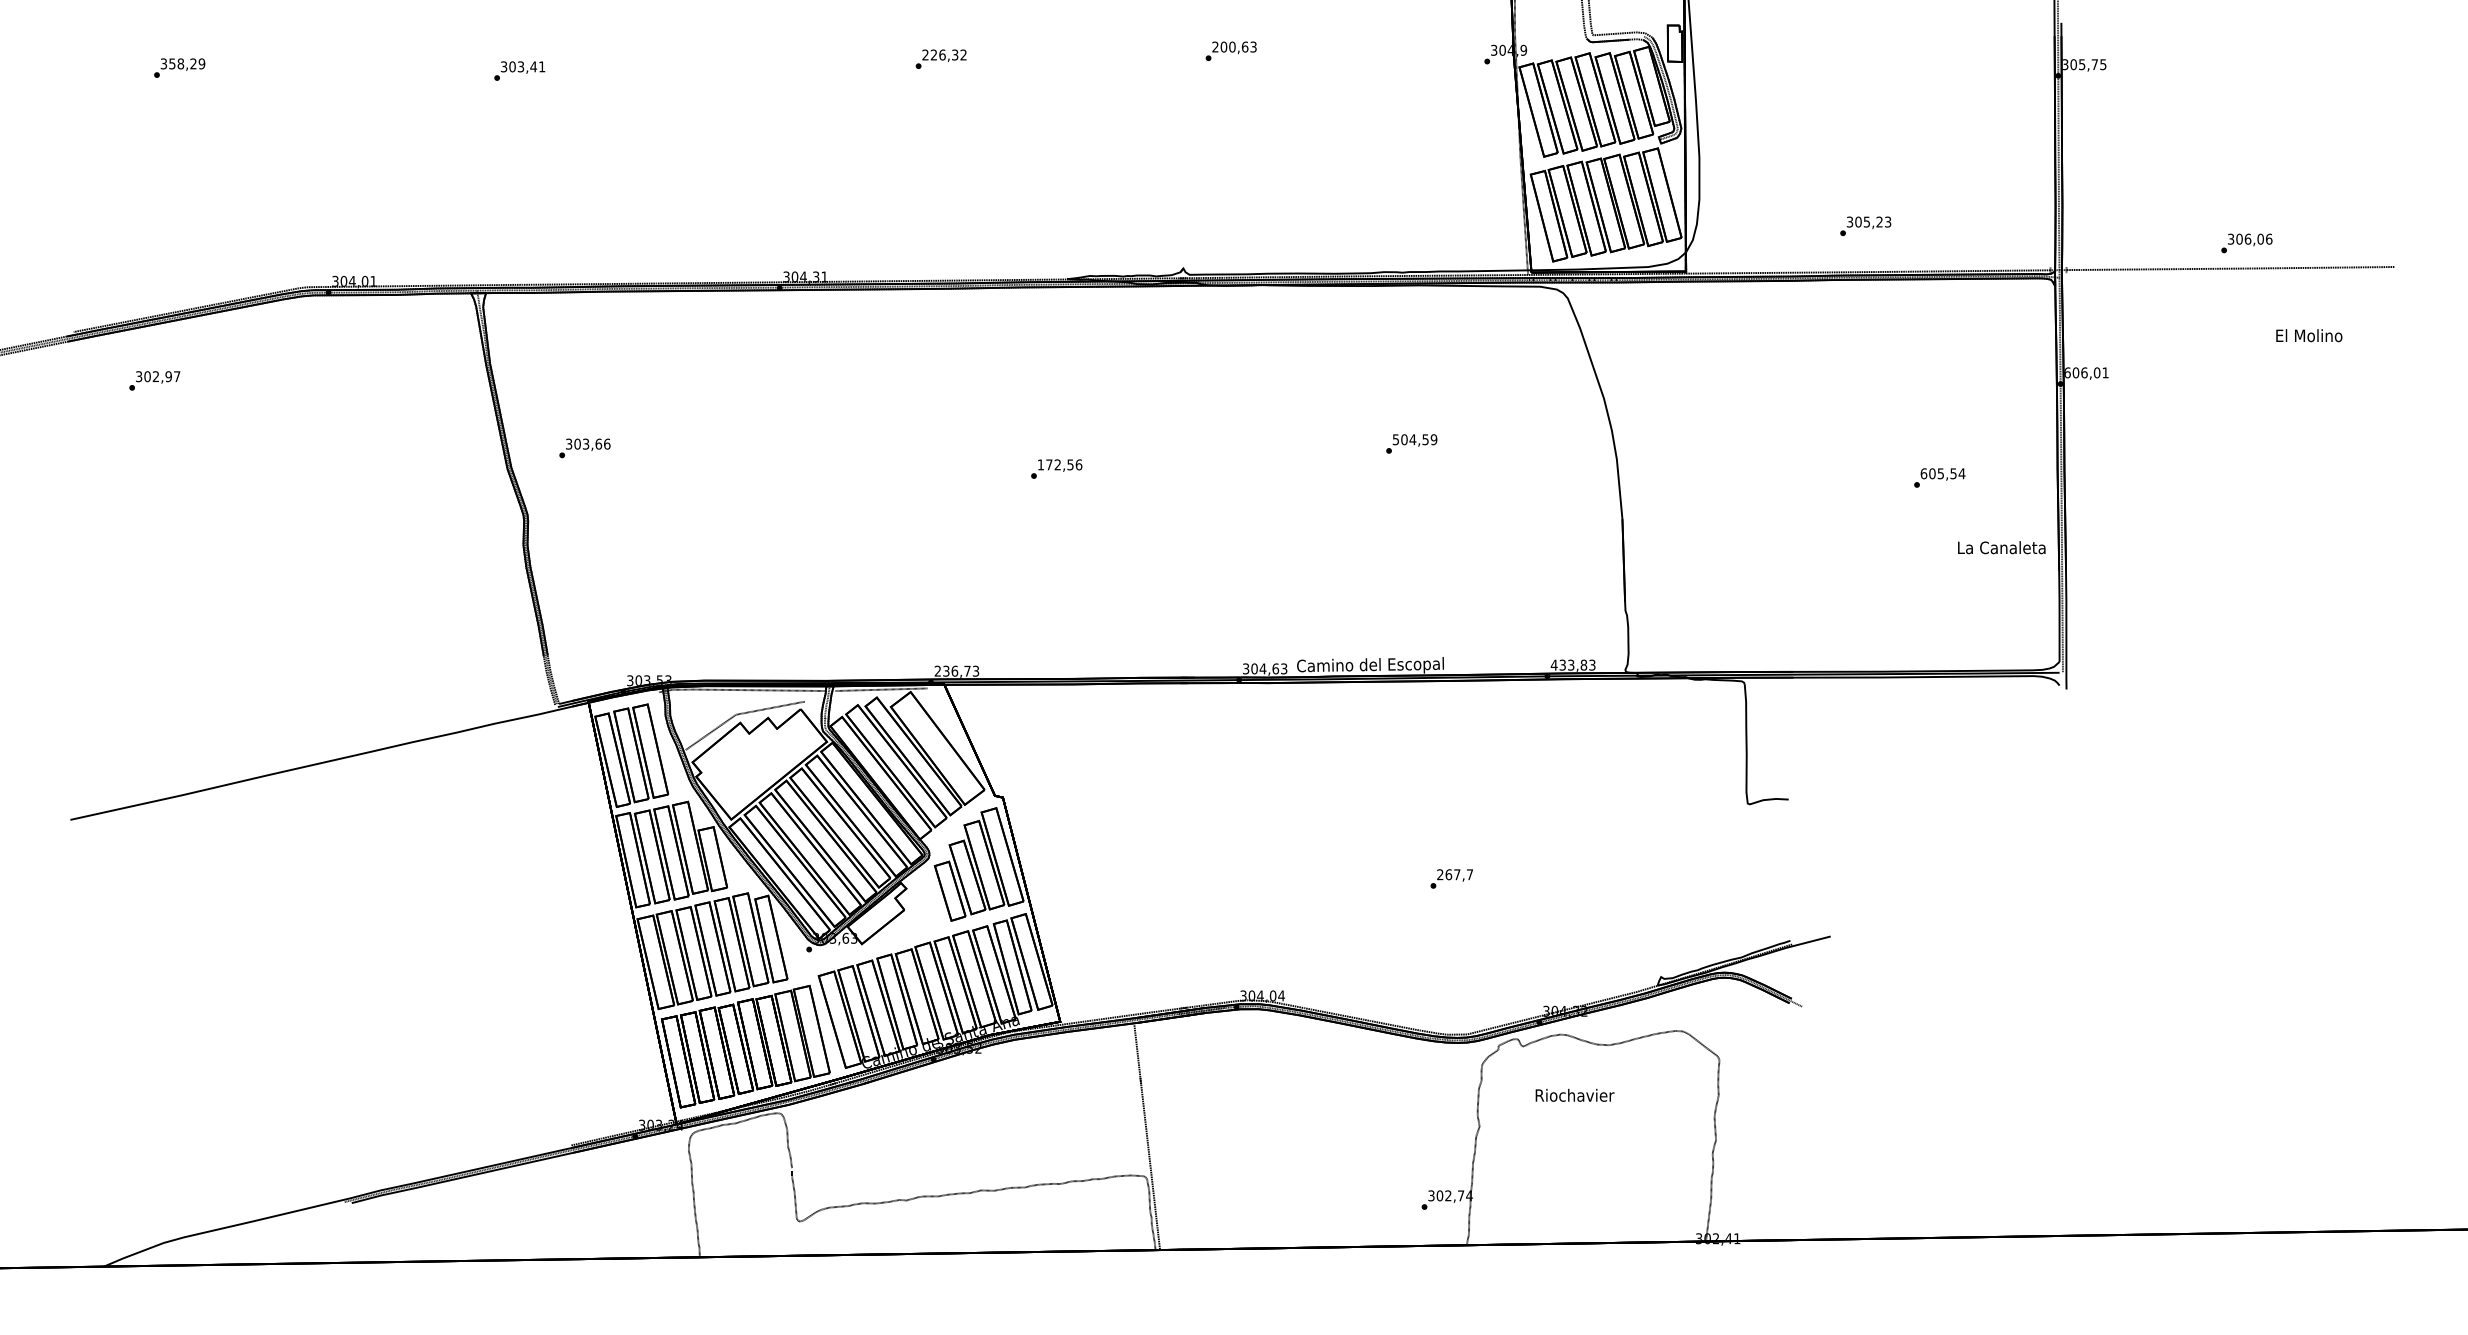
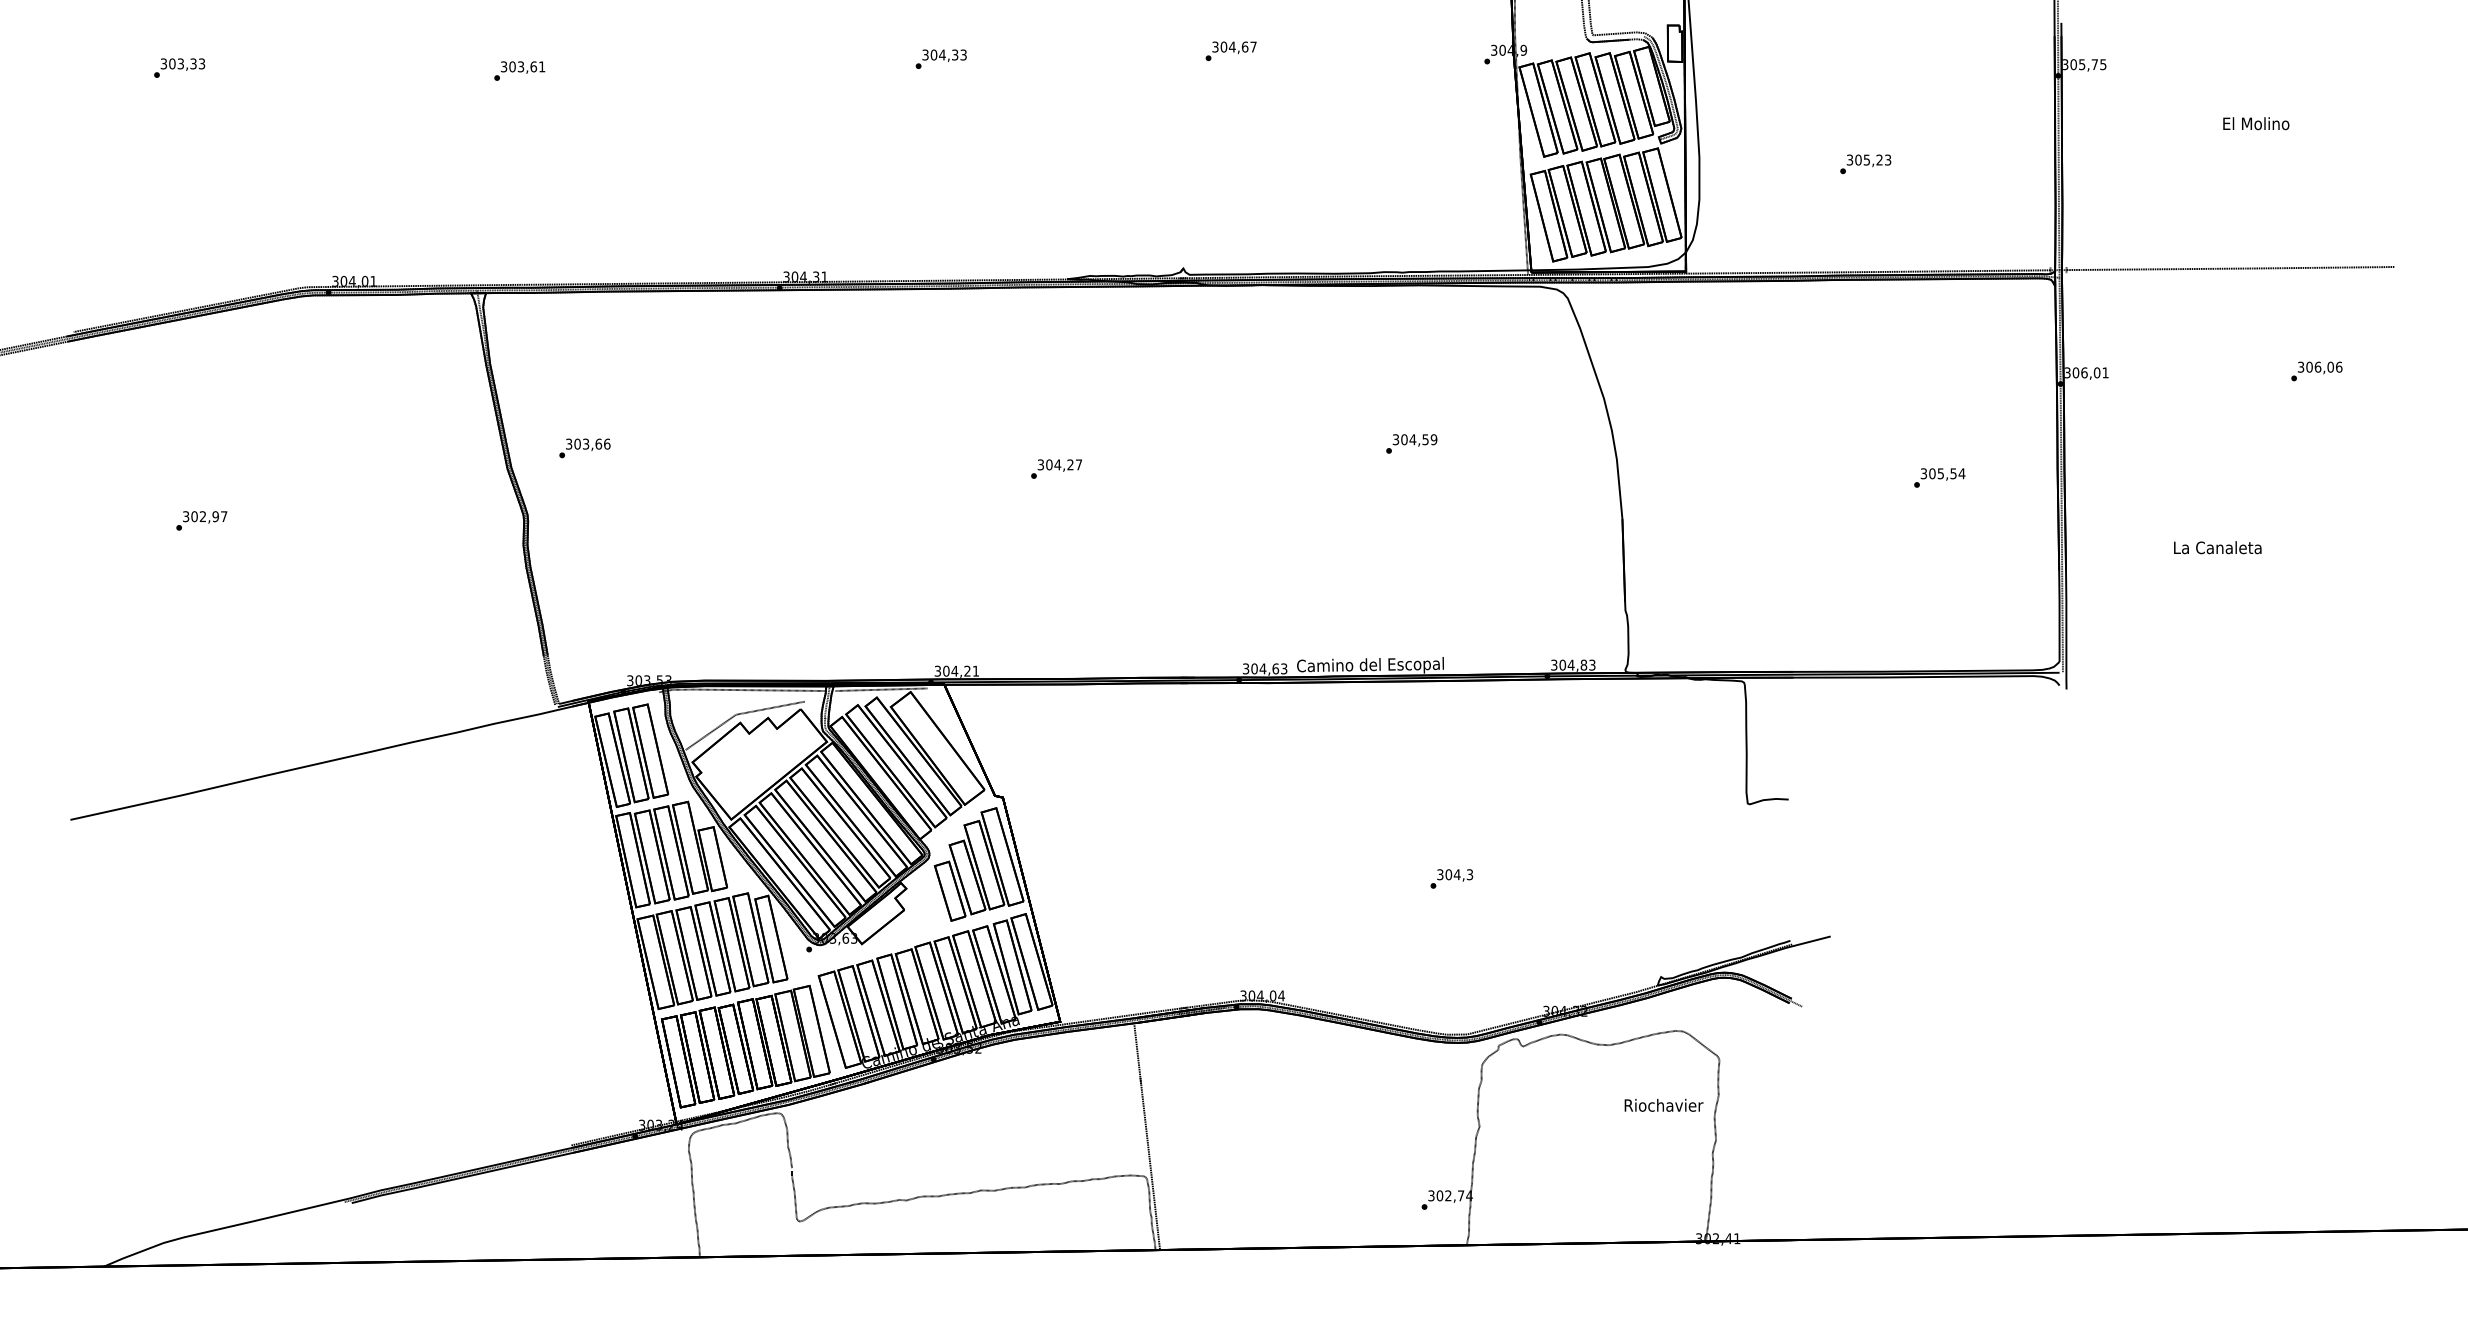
text at (1234, 46): 200,63 -> 304,67
text at (944, 54): 226,32 -> 304,33
text at (187, 63): 358,29 -> 303,33
text at (533, 66): 303,41 -> 303,61
text at (1865, 226) position: (1865, 226) -> (1865, 164)
text at (2246, 243) position: (2246, 243) -> (2316, 371)
text at (2309, 335) position: (2309, 335) -> (2256, 123)
text at (2067, 372): 606,01 -> 306,01
text at (154, 380) position: (154, 380) -> (201, 520)
text at (1396, 439): 504,59 -> 304,59
text at (1059, 464): 172,56 -> 304,27
text at (1923, 473): 605,54 -> 305,54
text at (2001, 547) position: (2001, 547) -> (2217, 547)
text at (1562, 664): 433,83 -> 304,83
text at (956, 670): 236,73 -> 304,21
text at (1455, 874): 267,7 -> 304,3
text at (1574, 1094) position: (1574, 1094) -> (1663, 1104)
